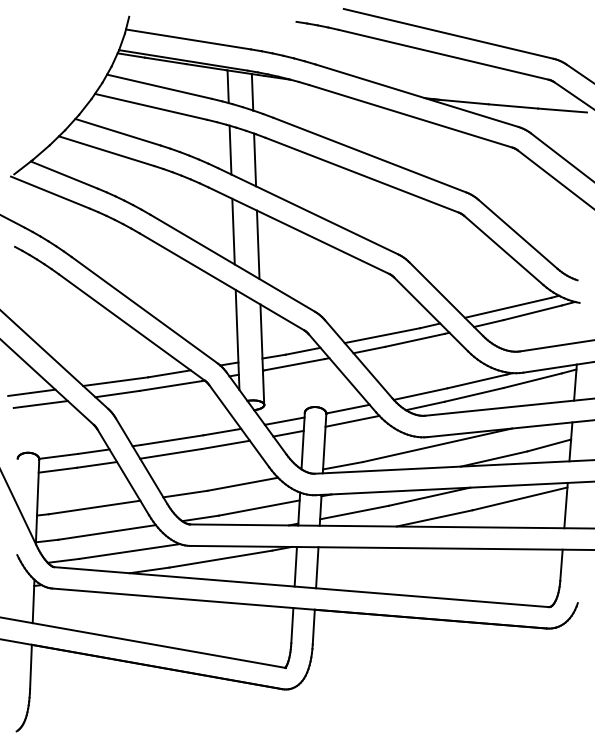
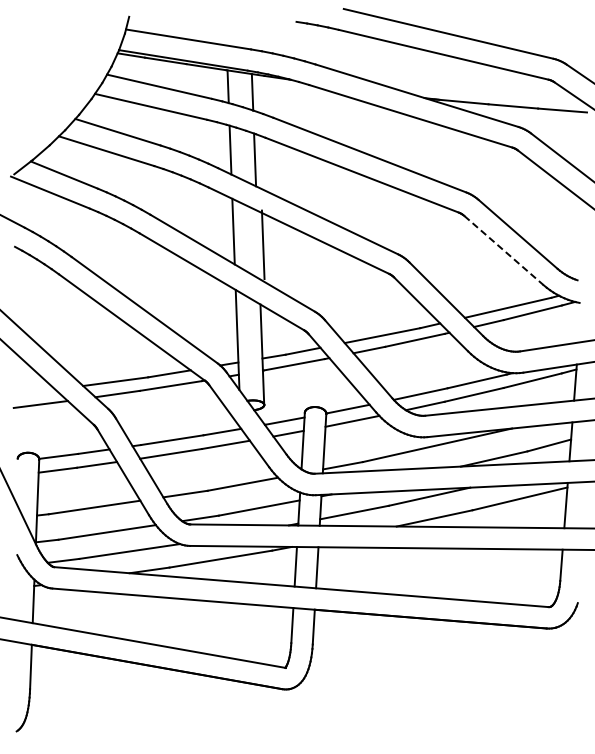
line at (257, 244) position: (257, 244) -> (262, 244)
line at (503, 250): solid -> dashed
line at (31, 392): present -> none
